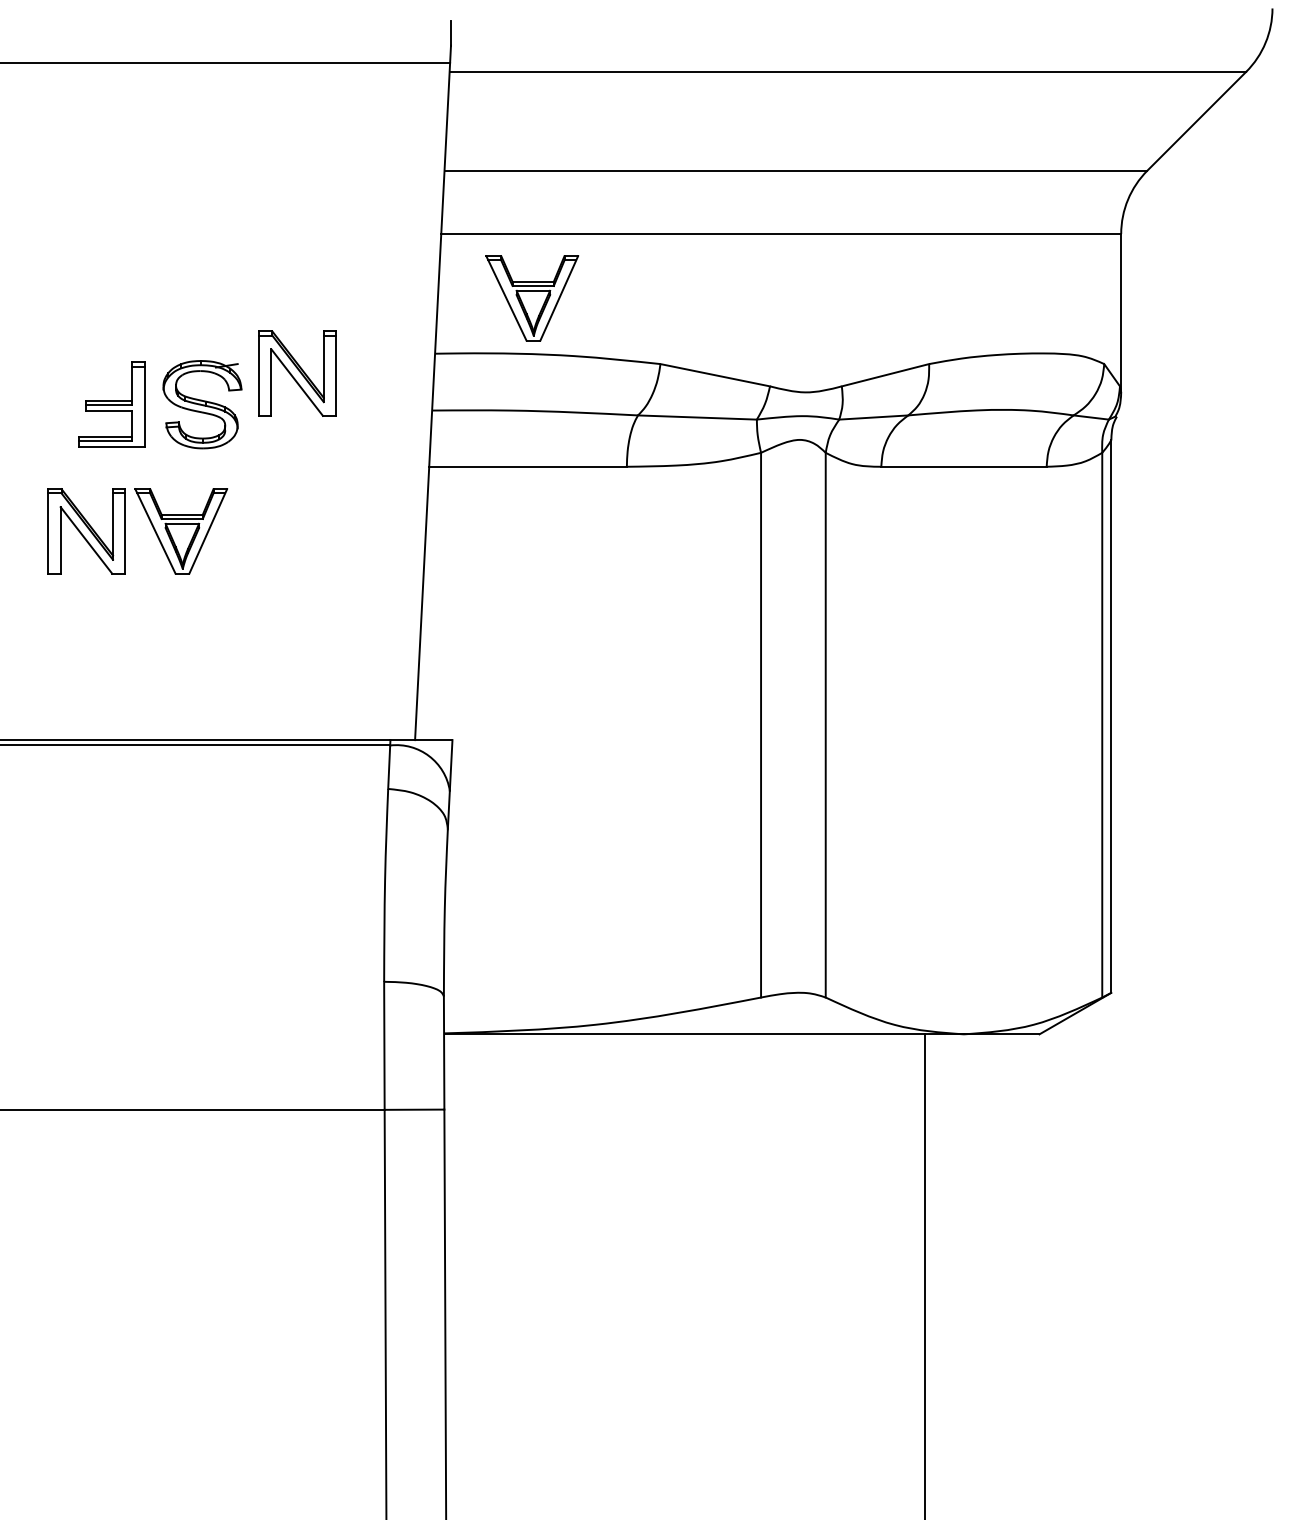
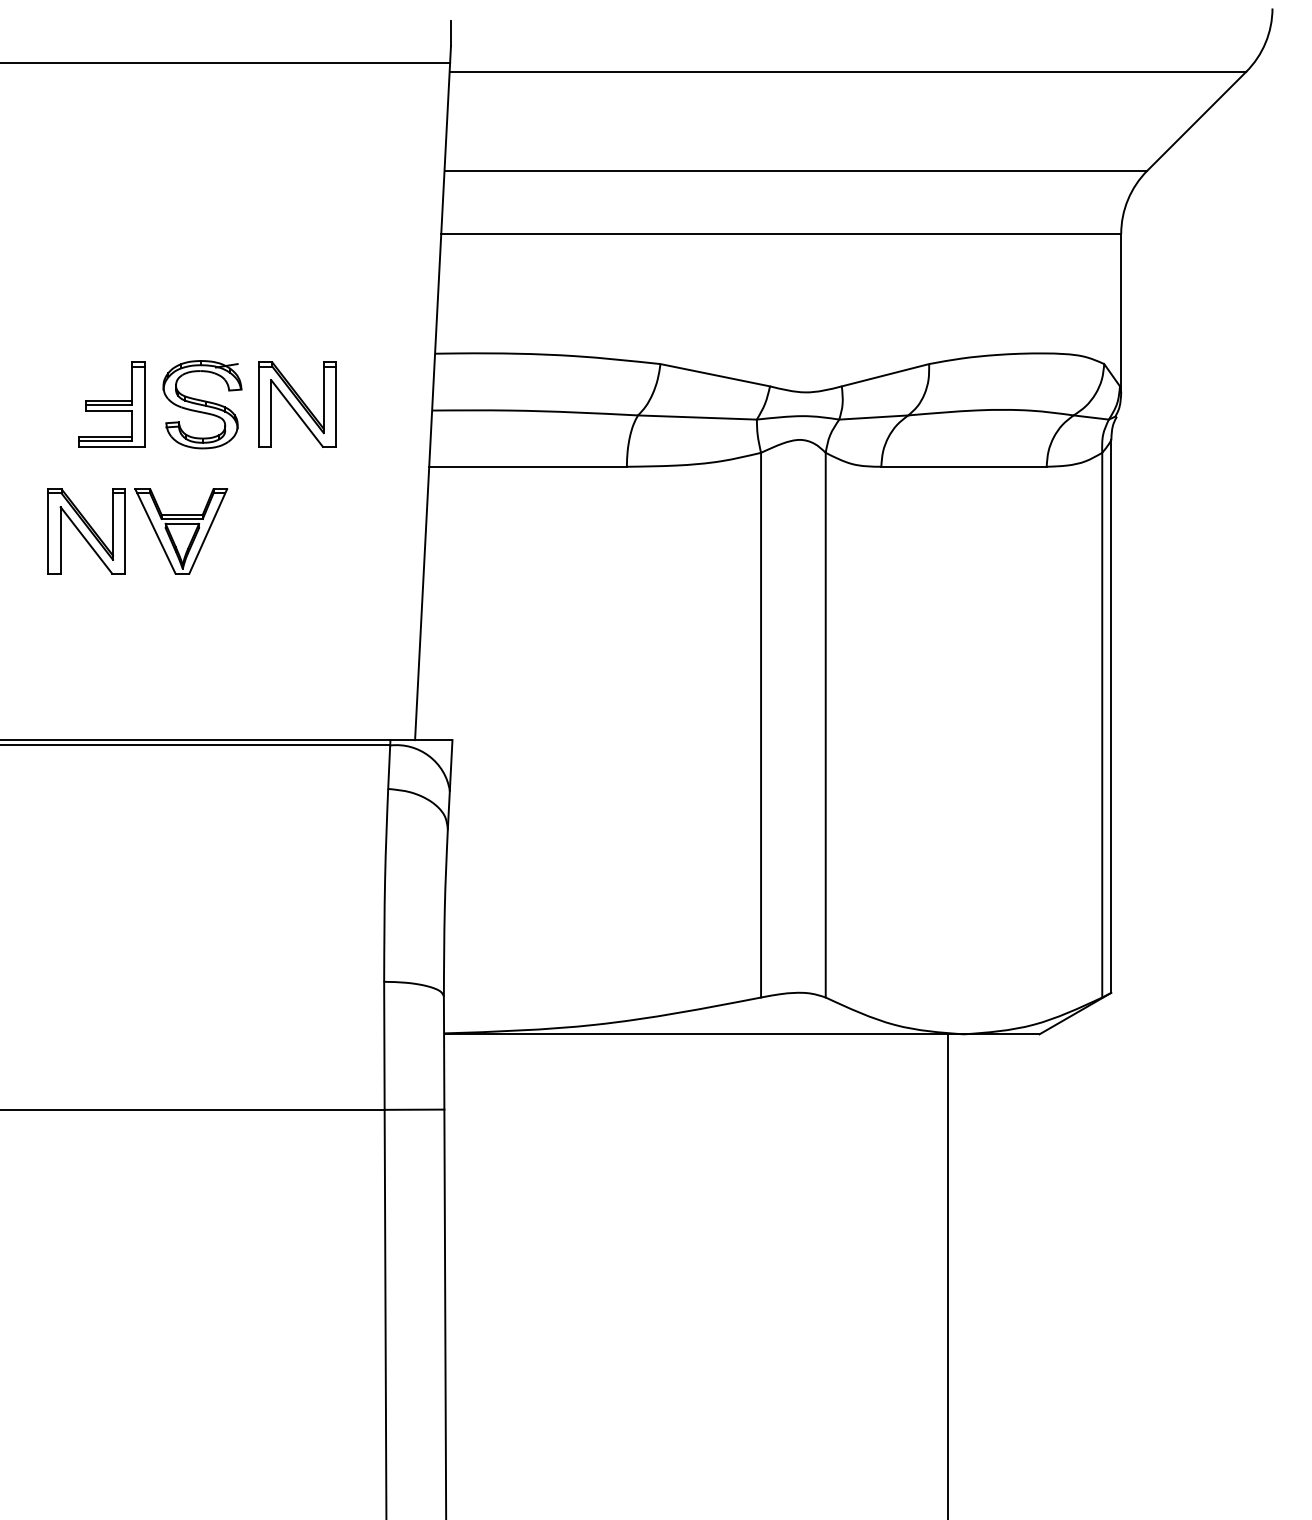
part at (532, 298): present -> none
part at (297, 373) position: (297, 373) -> (297, 404)
line at (925, 1275) position: (925, 1275) -> (948, 1275)
